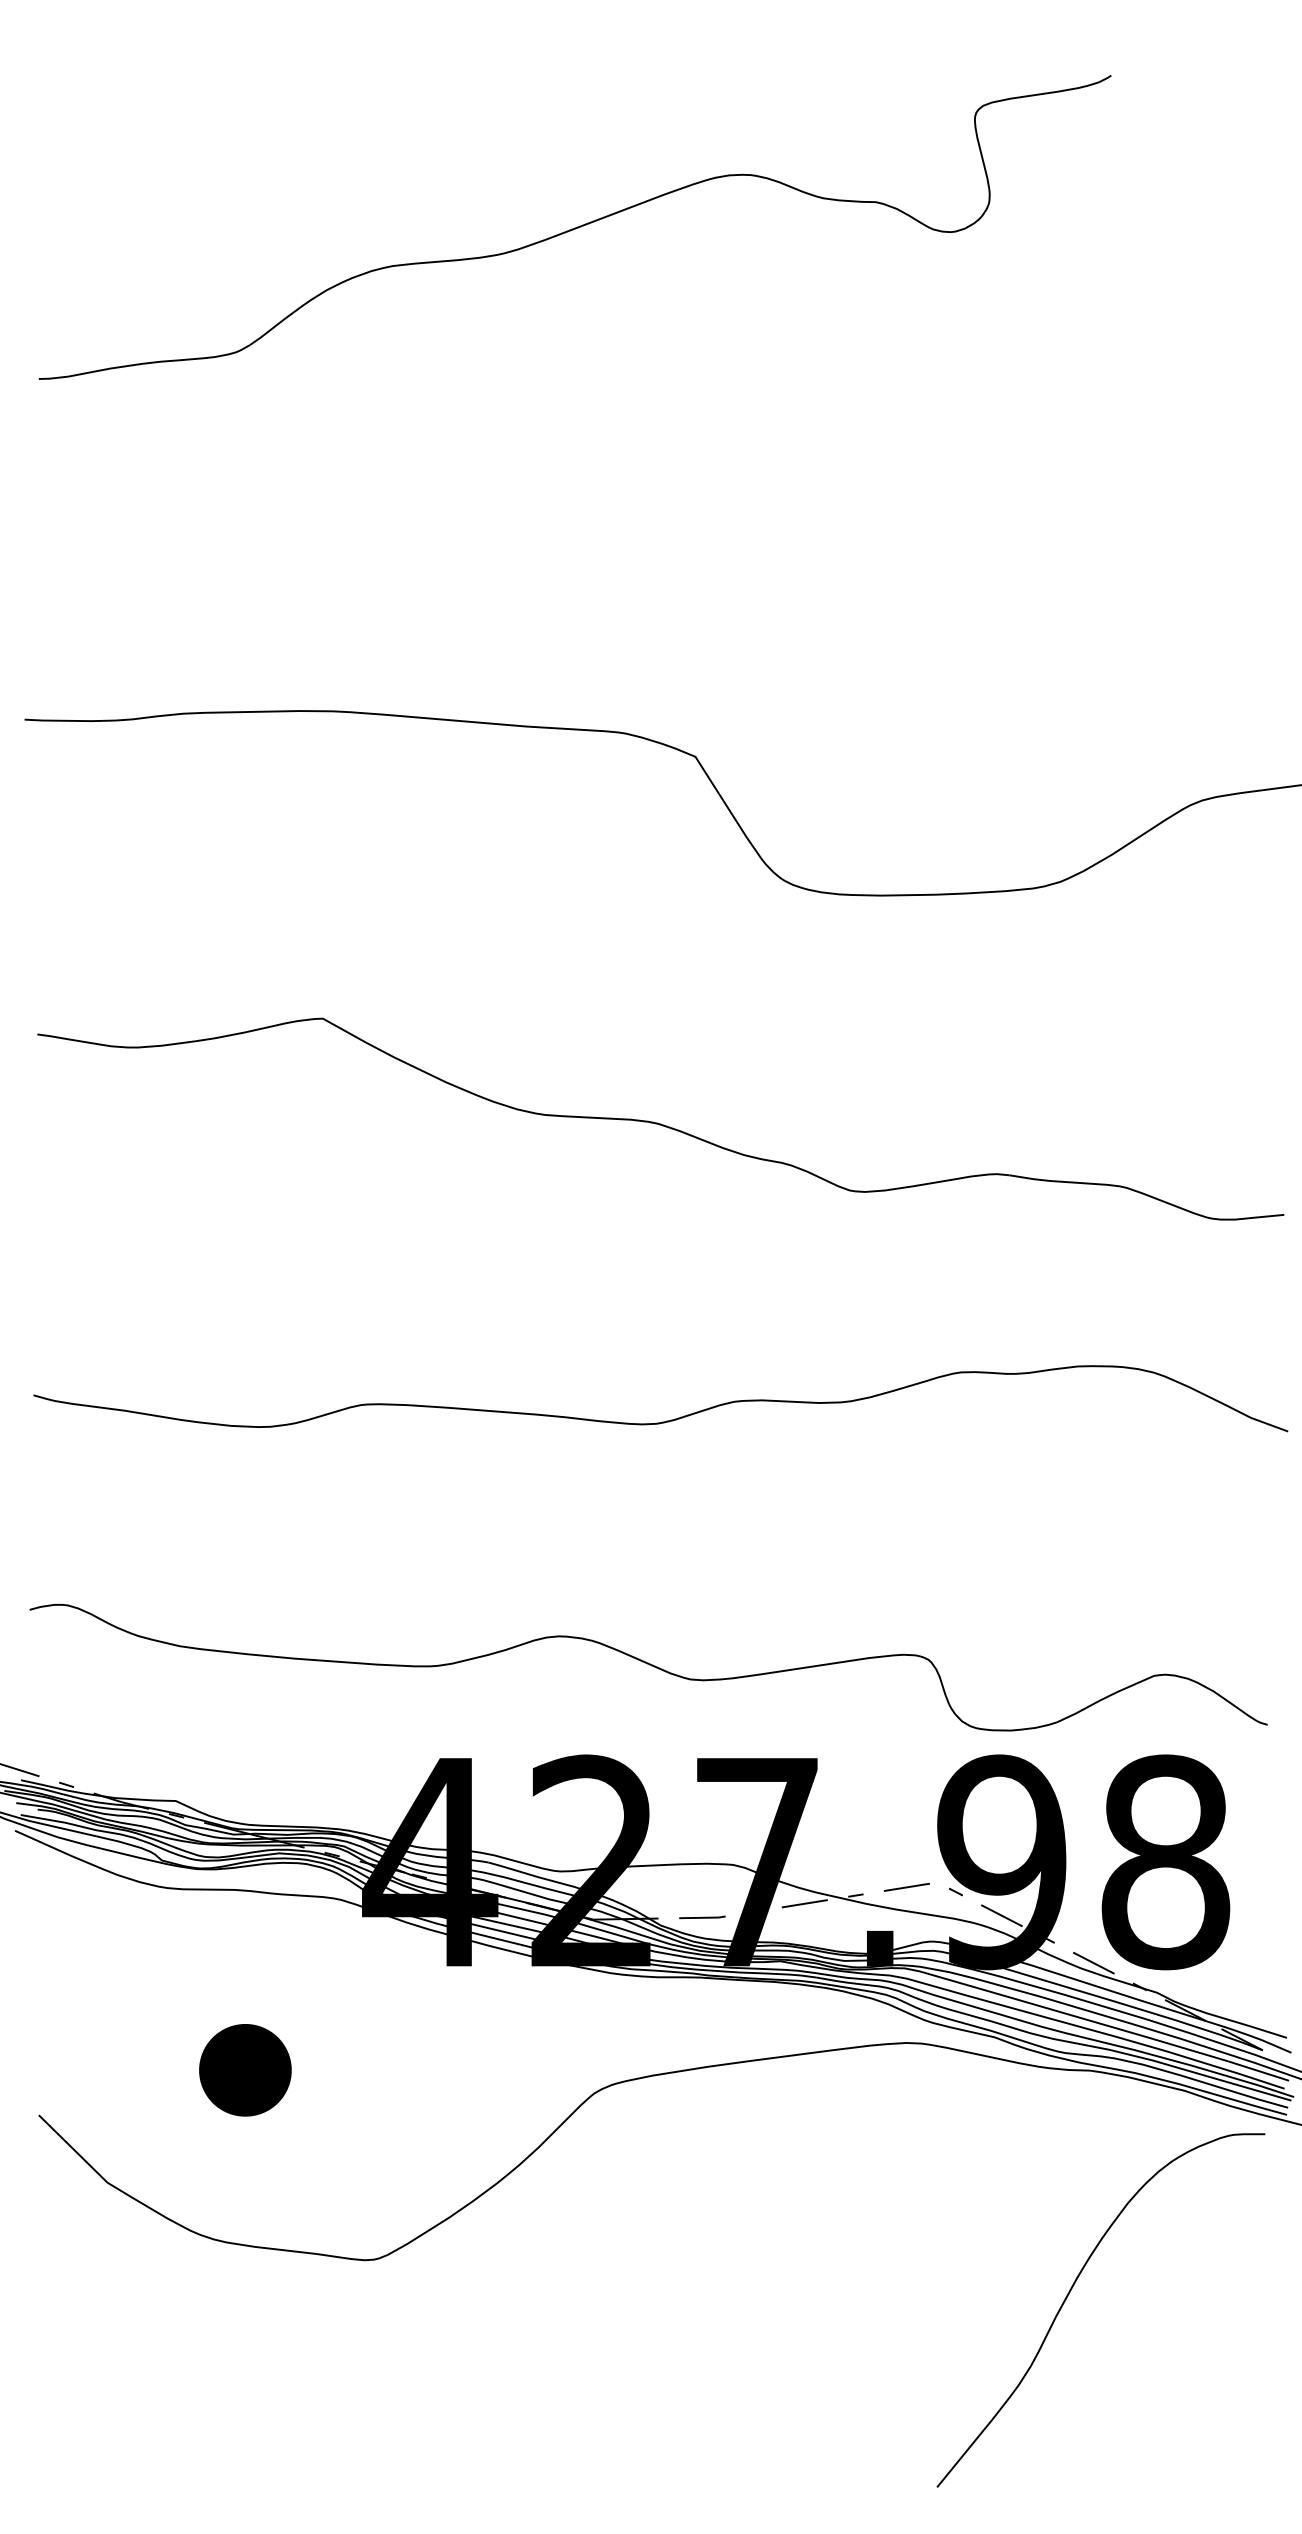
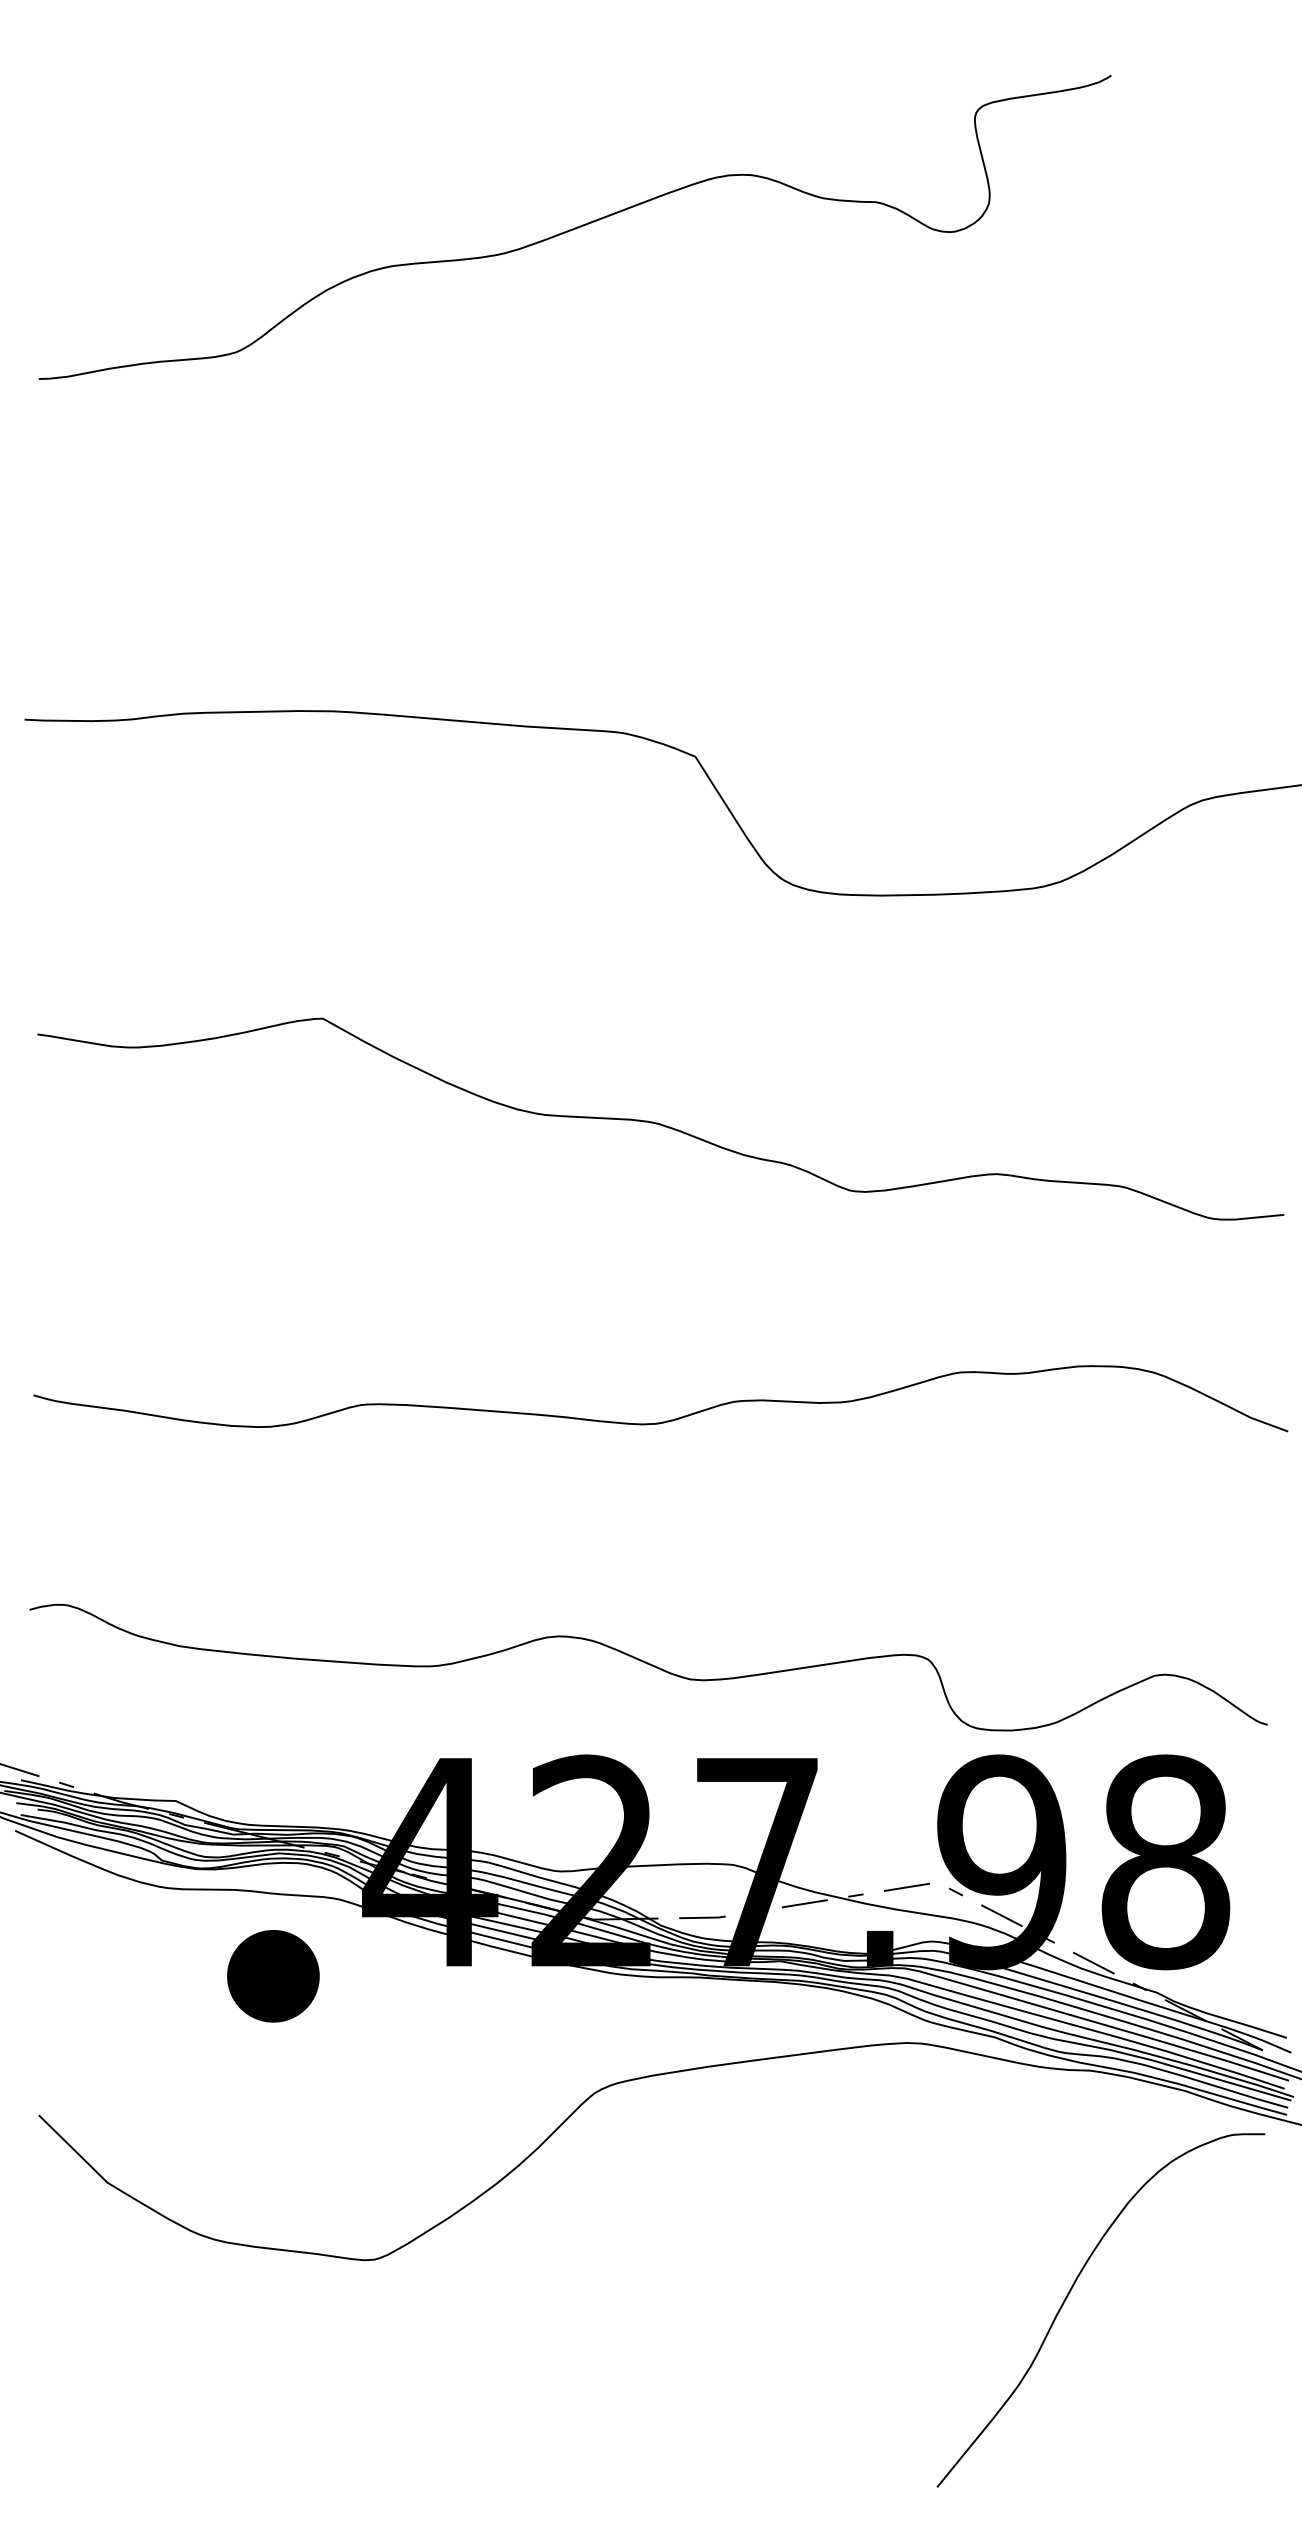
part at (245, 2070) position: (245, 2070) -> (273, 1976)
